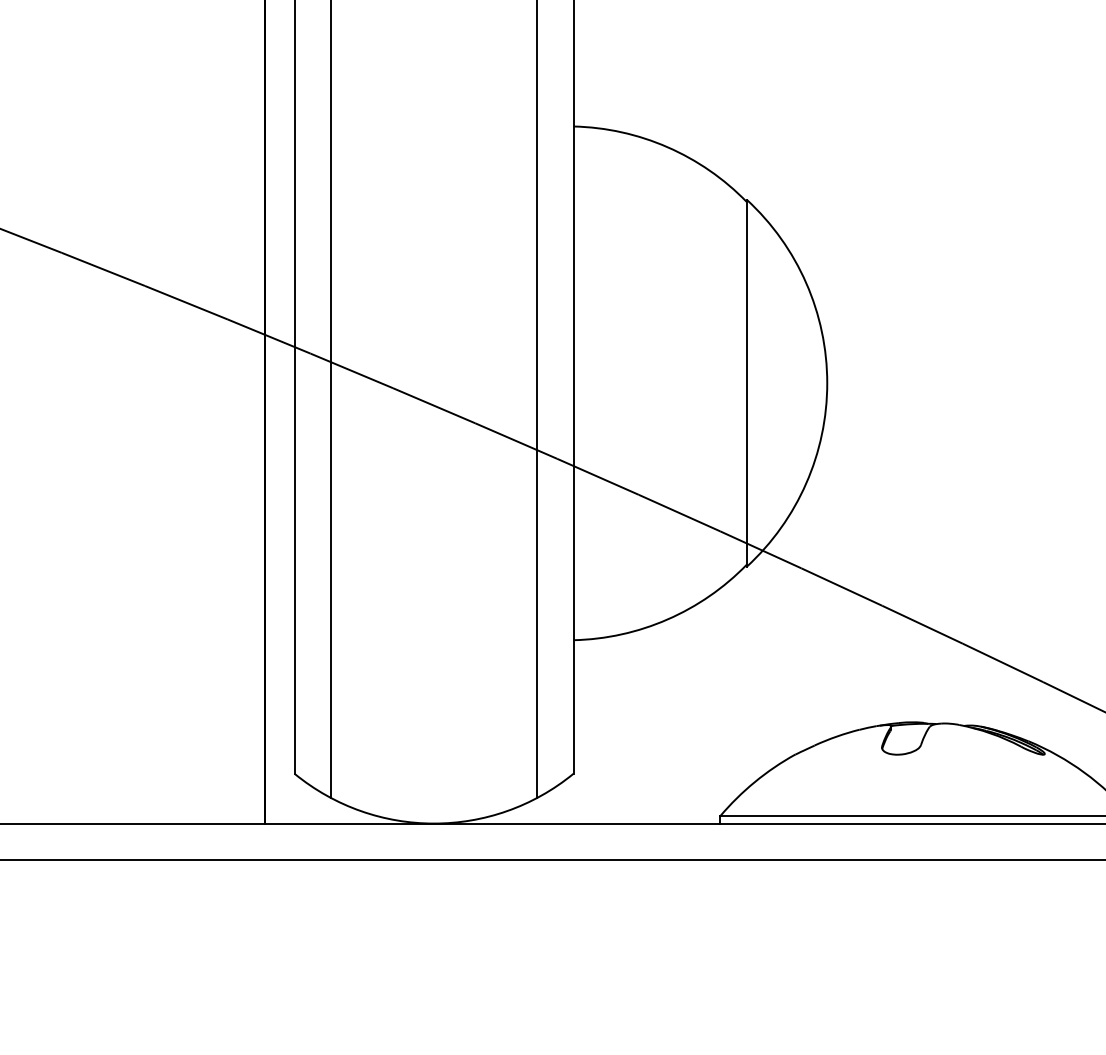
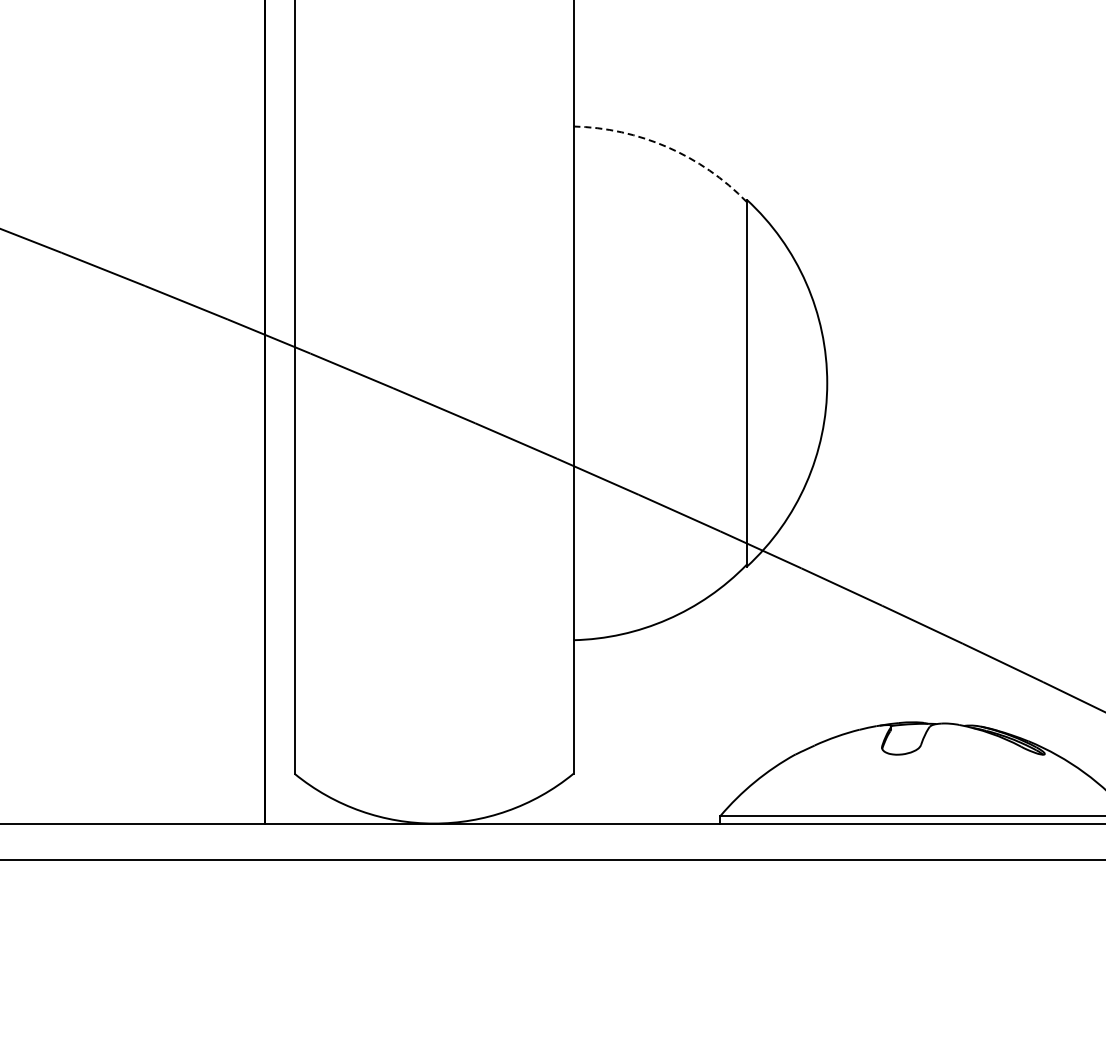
arc at (667, 147): solid -> dashed
line at (331, 400): present -> none
line at (536, 400): present -> none
